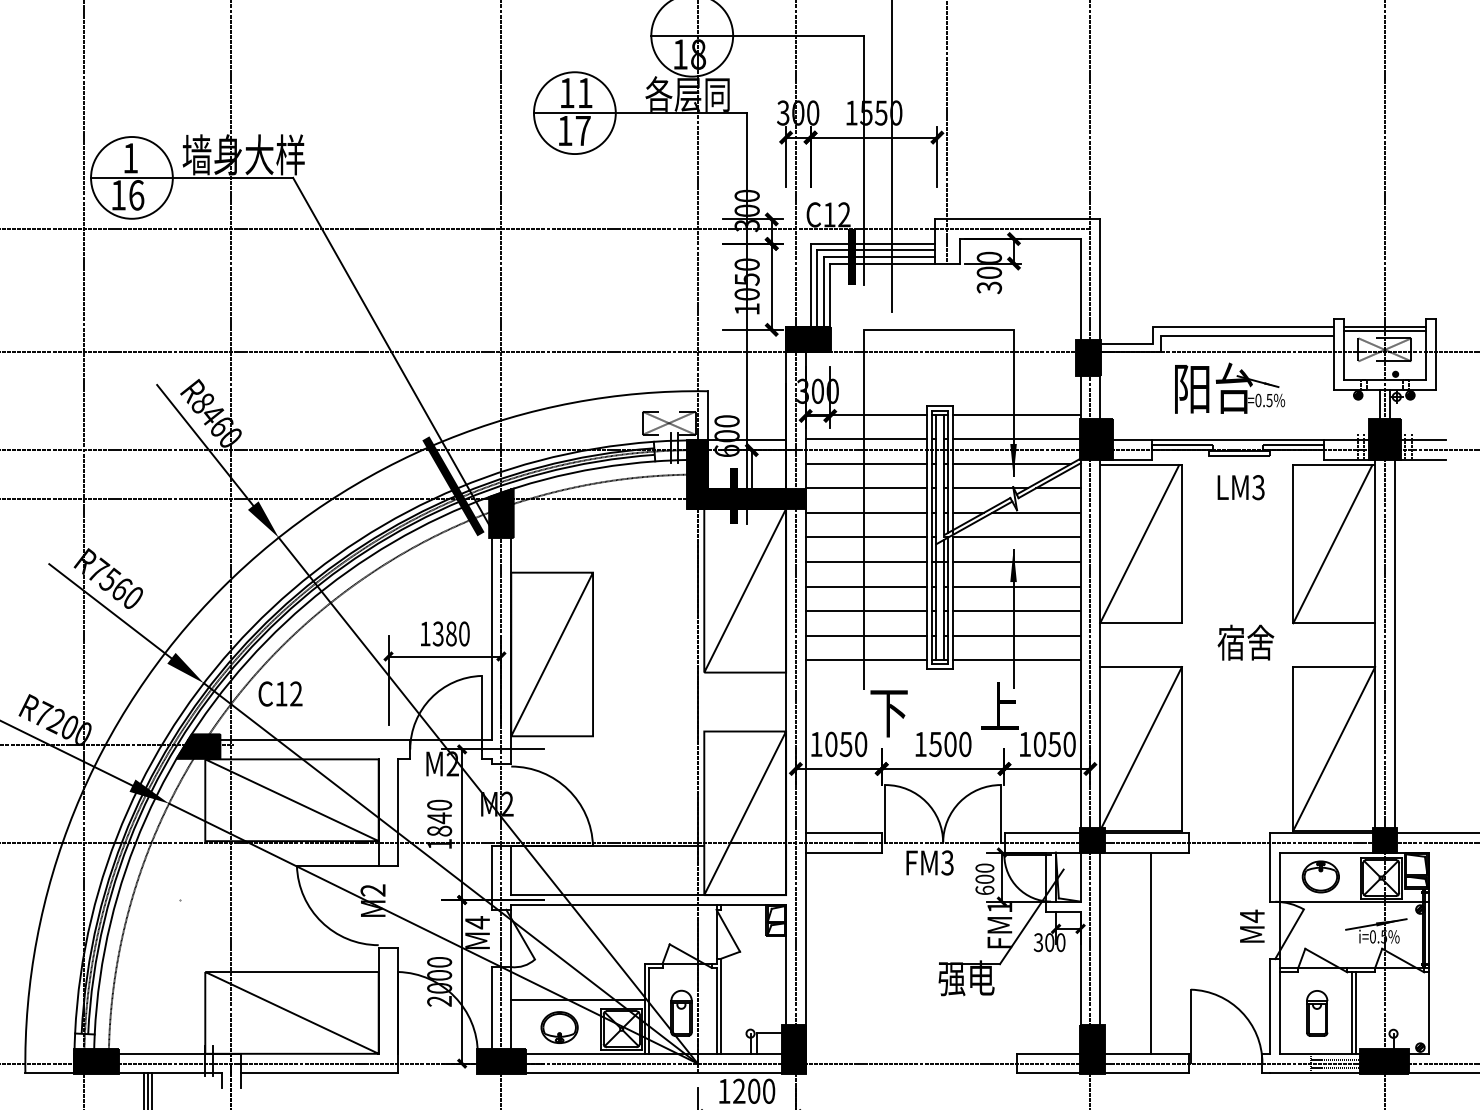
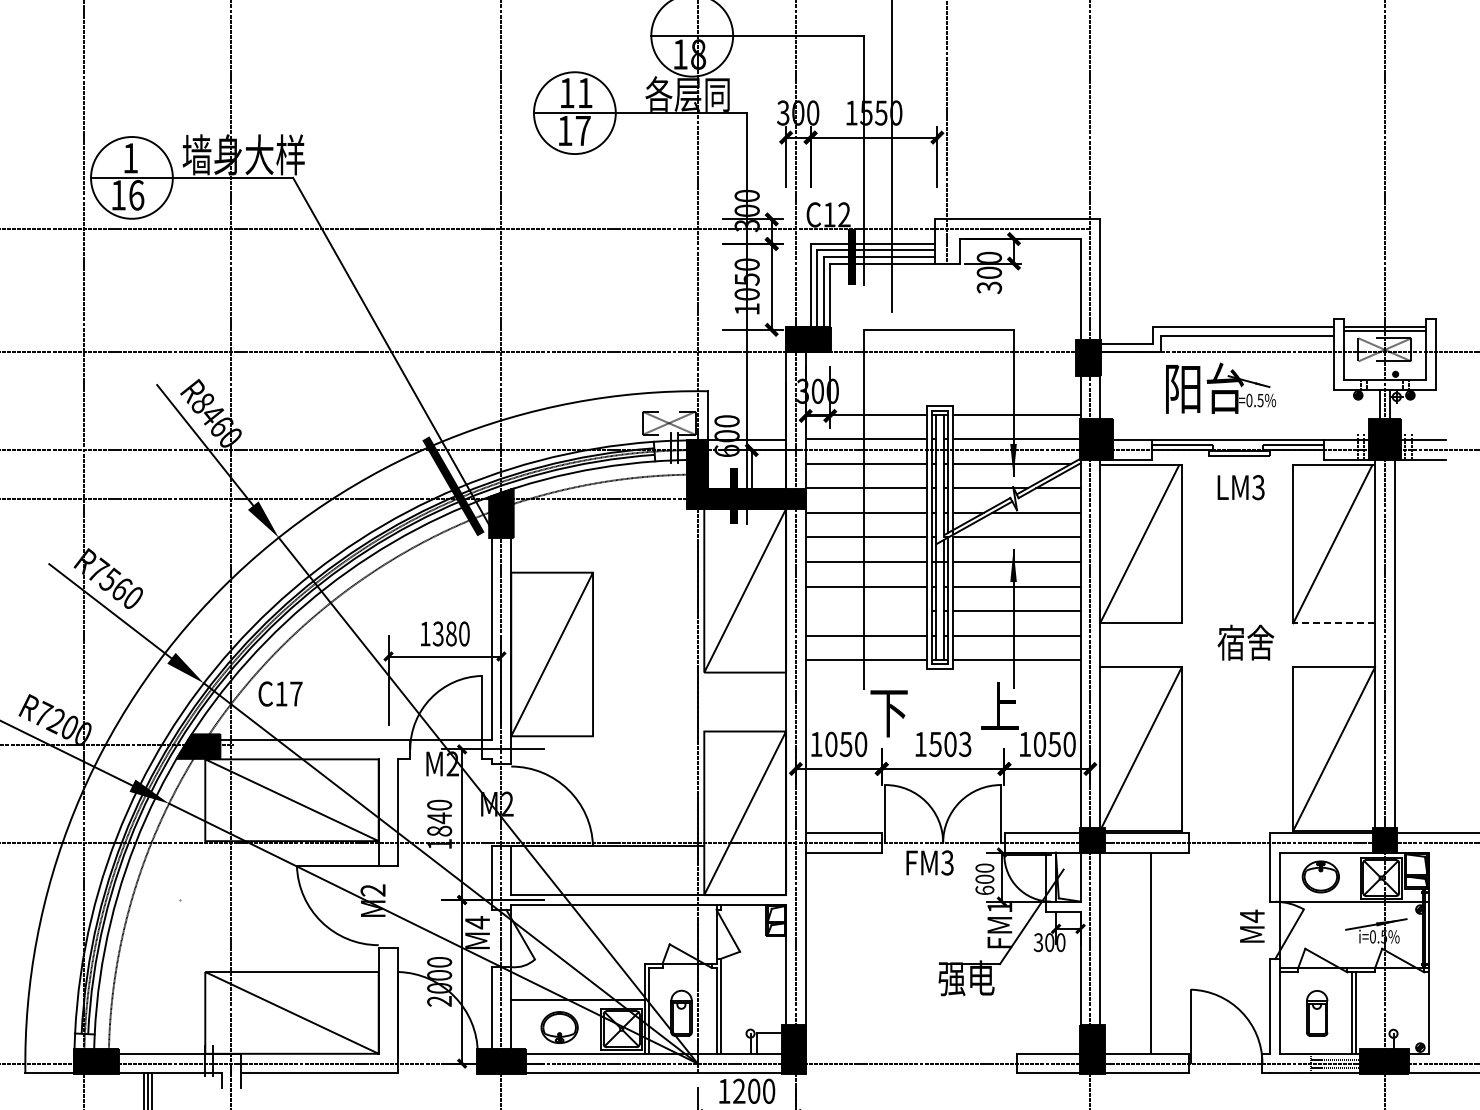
part at (1230, 387) position: (1230, 387) -> (1221, 387)
line at (866, 611): present -> none
line at (1334, 623): solid -> dashed
text at (296, 693): C12 -> C17
text at (965, 744): 1500 -> 1503
